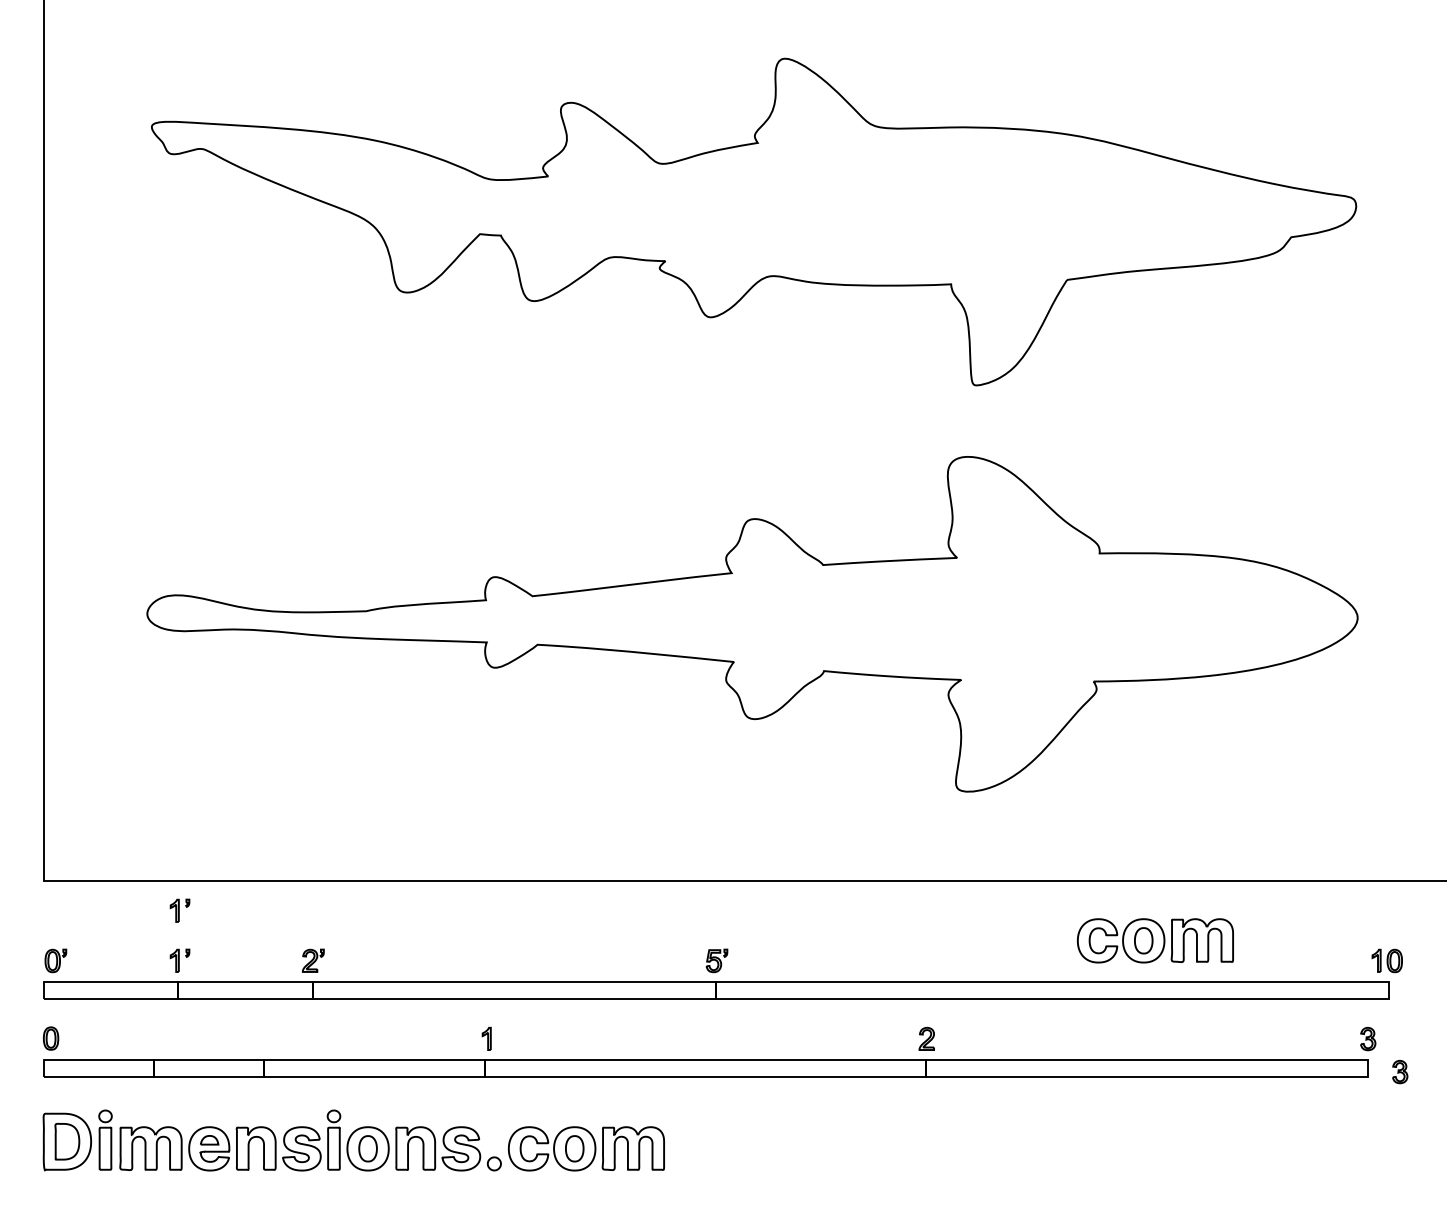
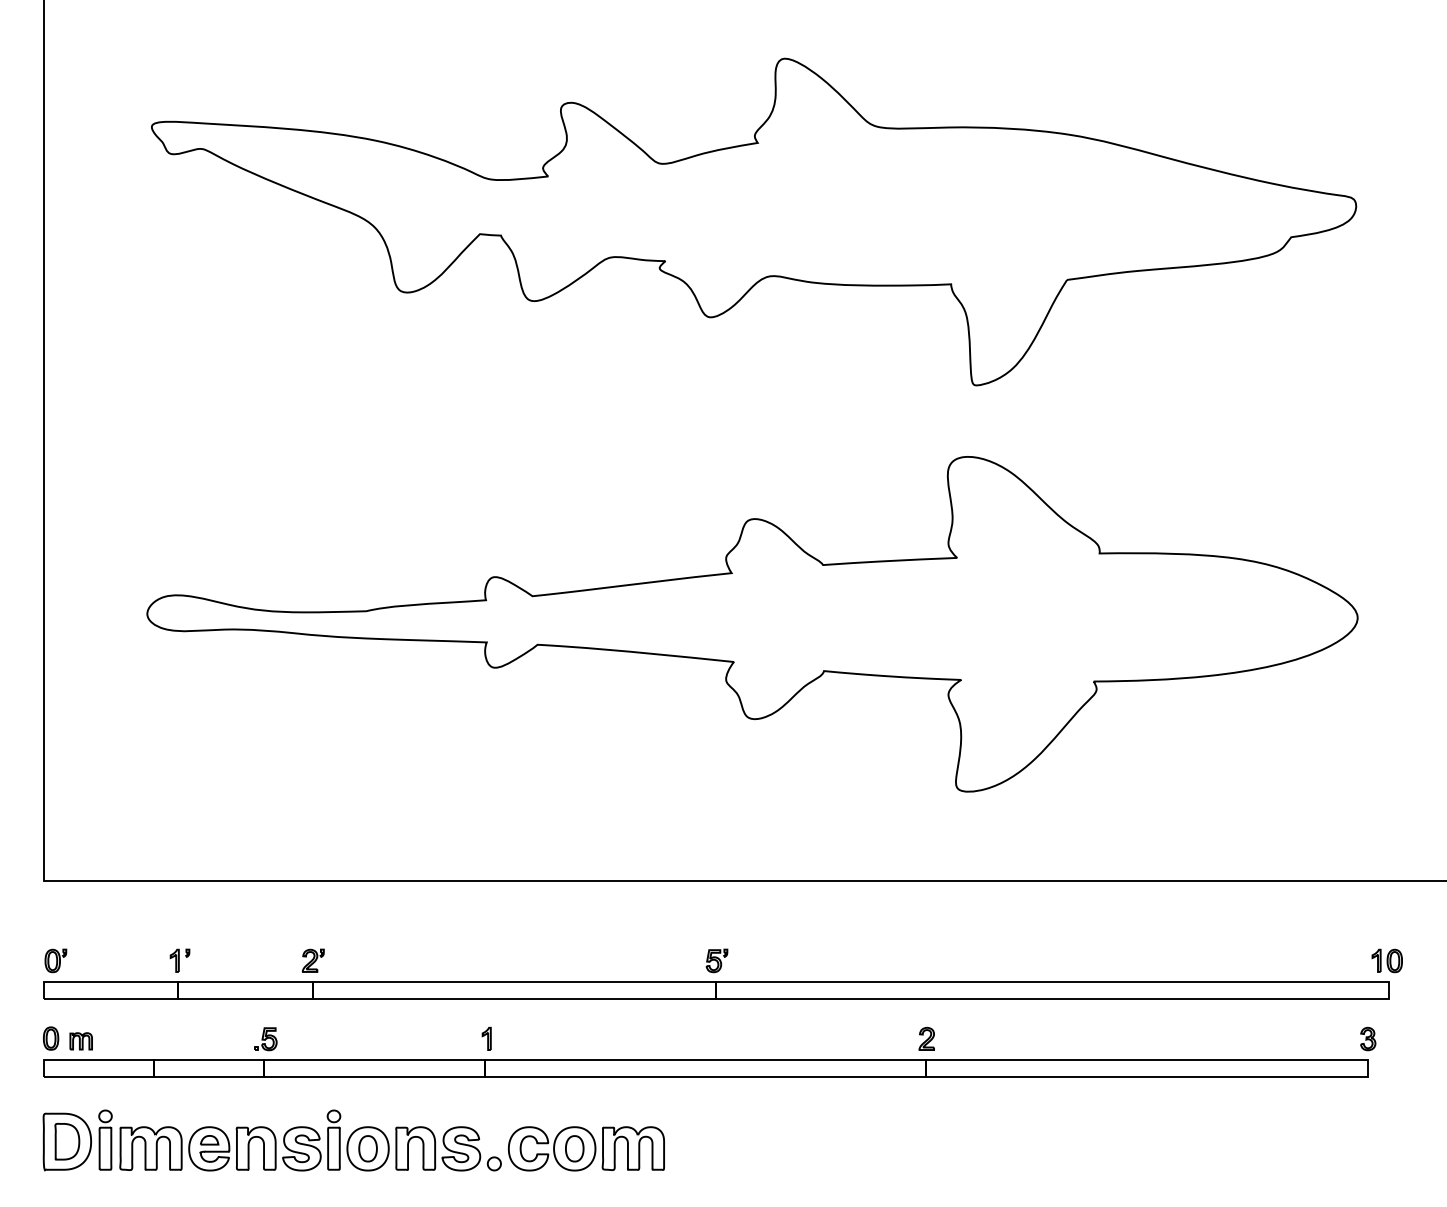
part at (179, 910): present -> none
part at (1154, 940): present -> none
part at (265, 1039): none -> present
part at (80, 1041): none -> present
part at (1400, 1072): present -> none
